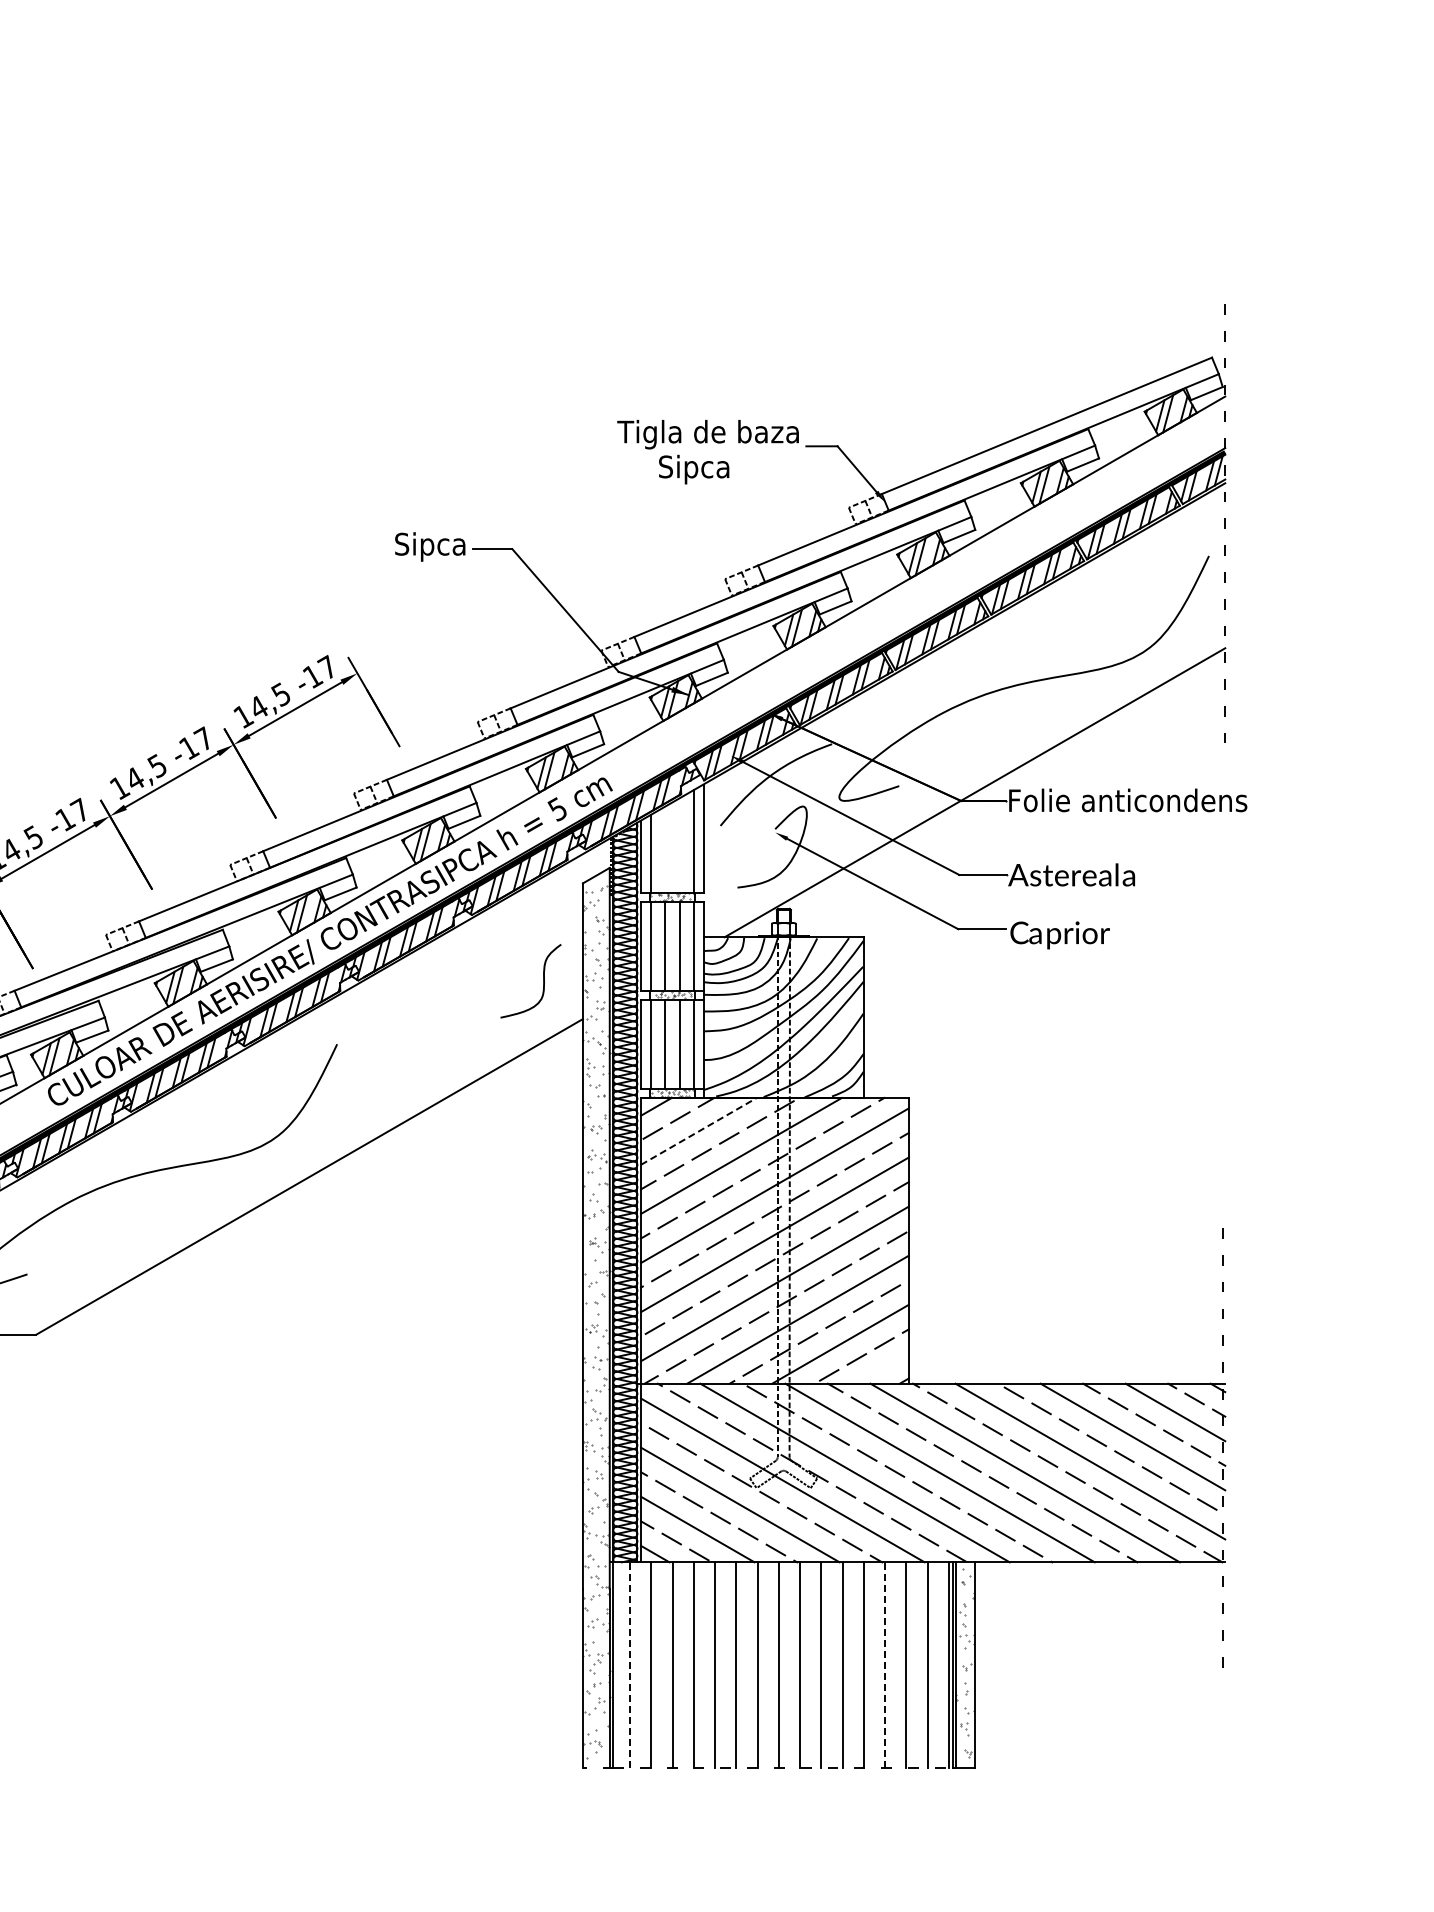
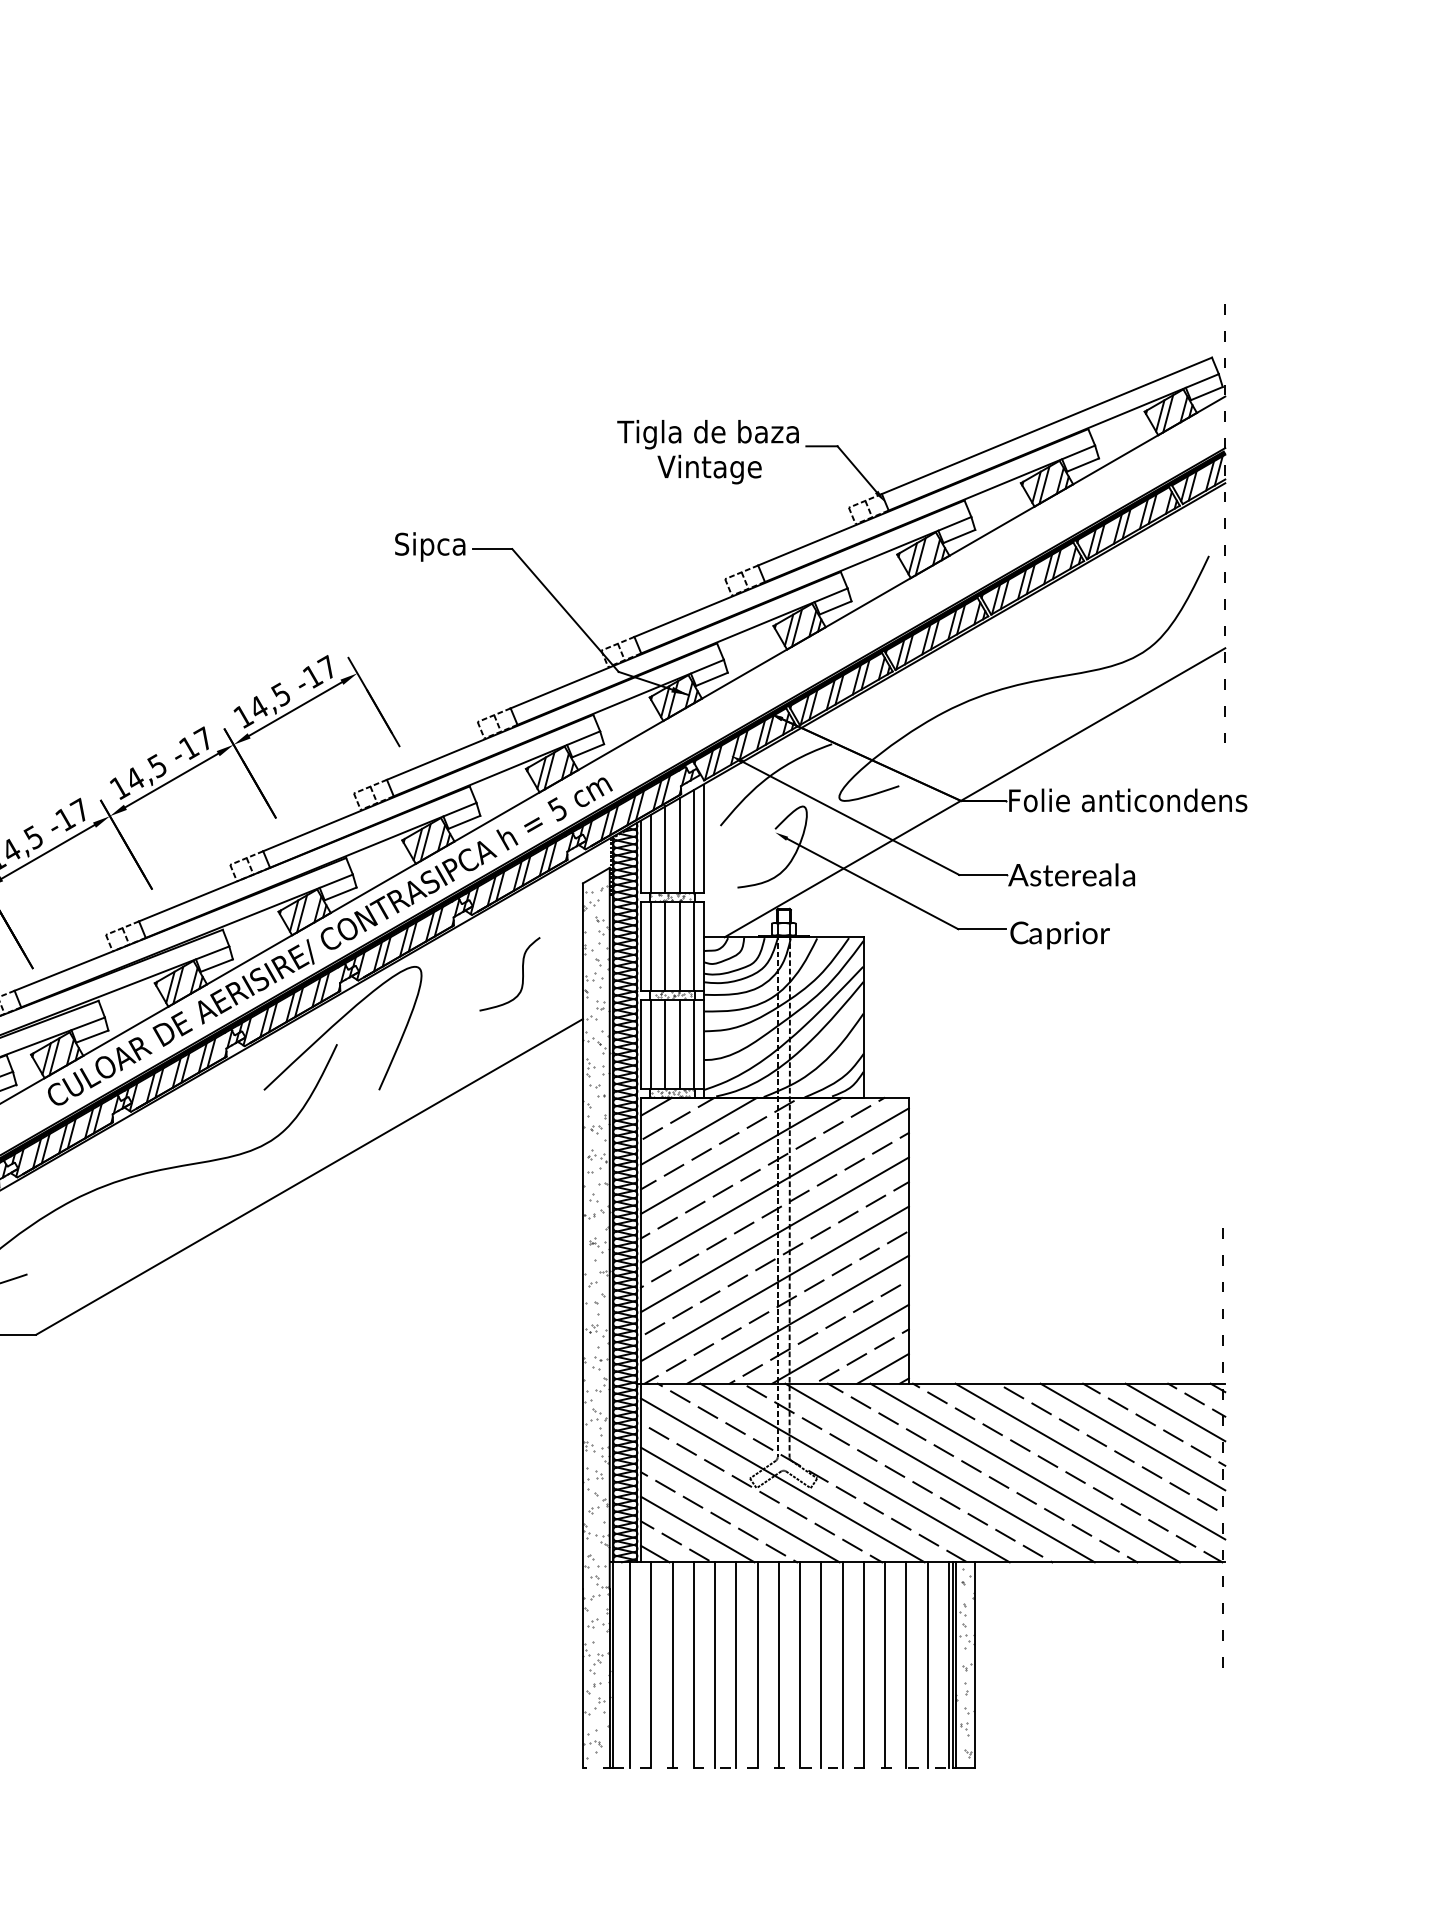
text at (709, 469): Sipca -> Vintage
line at (679, 845): none -> present
line at (665, 849): none -> present
curve at (543, 981) position: (543, 981) -> (522, 974)
curve at (337, 1023): none -> present
line at (698, 1131): dashed -> solid
line at (882, 1368): none -> present
line at (629, 1665): dashed -> solid
line at (885, 1665): dashed -> solid
